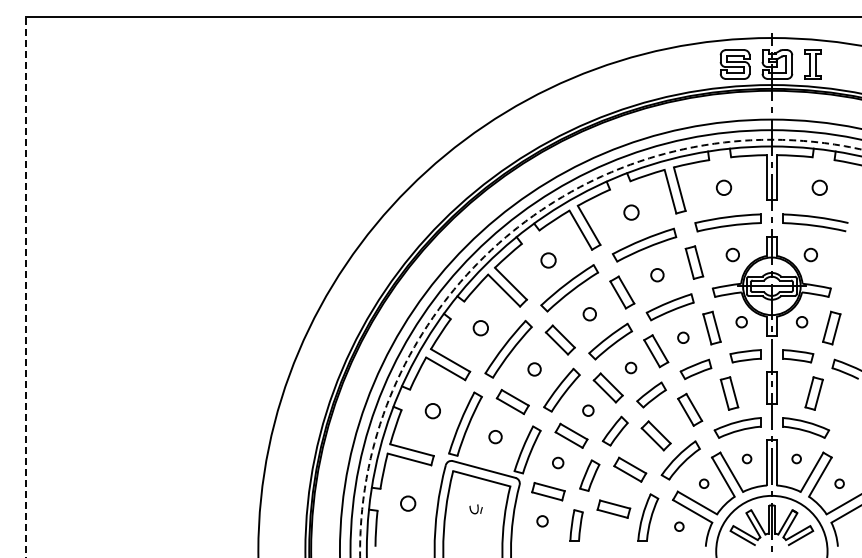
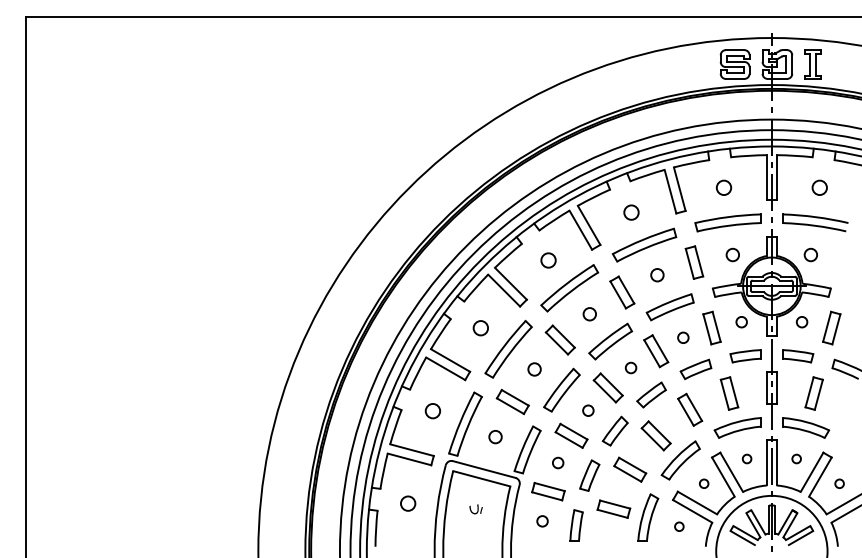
line at (25, 286): dashed -> solid
circle at (610, 348): dashed -> solid
